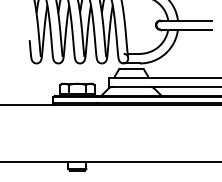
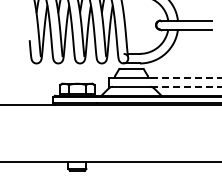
line at (185, 77): solid -> dashed
line at (186, 86): solid -> dashed
